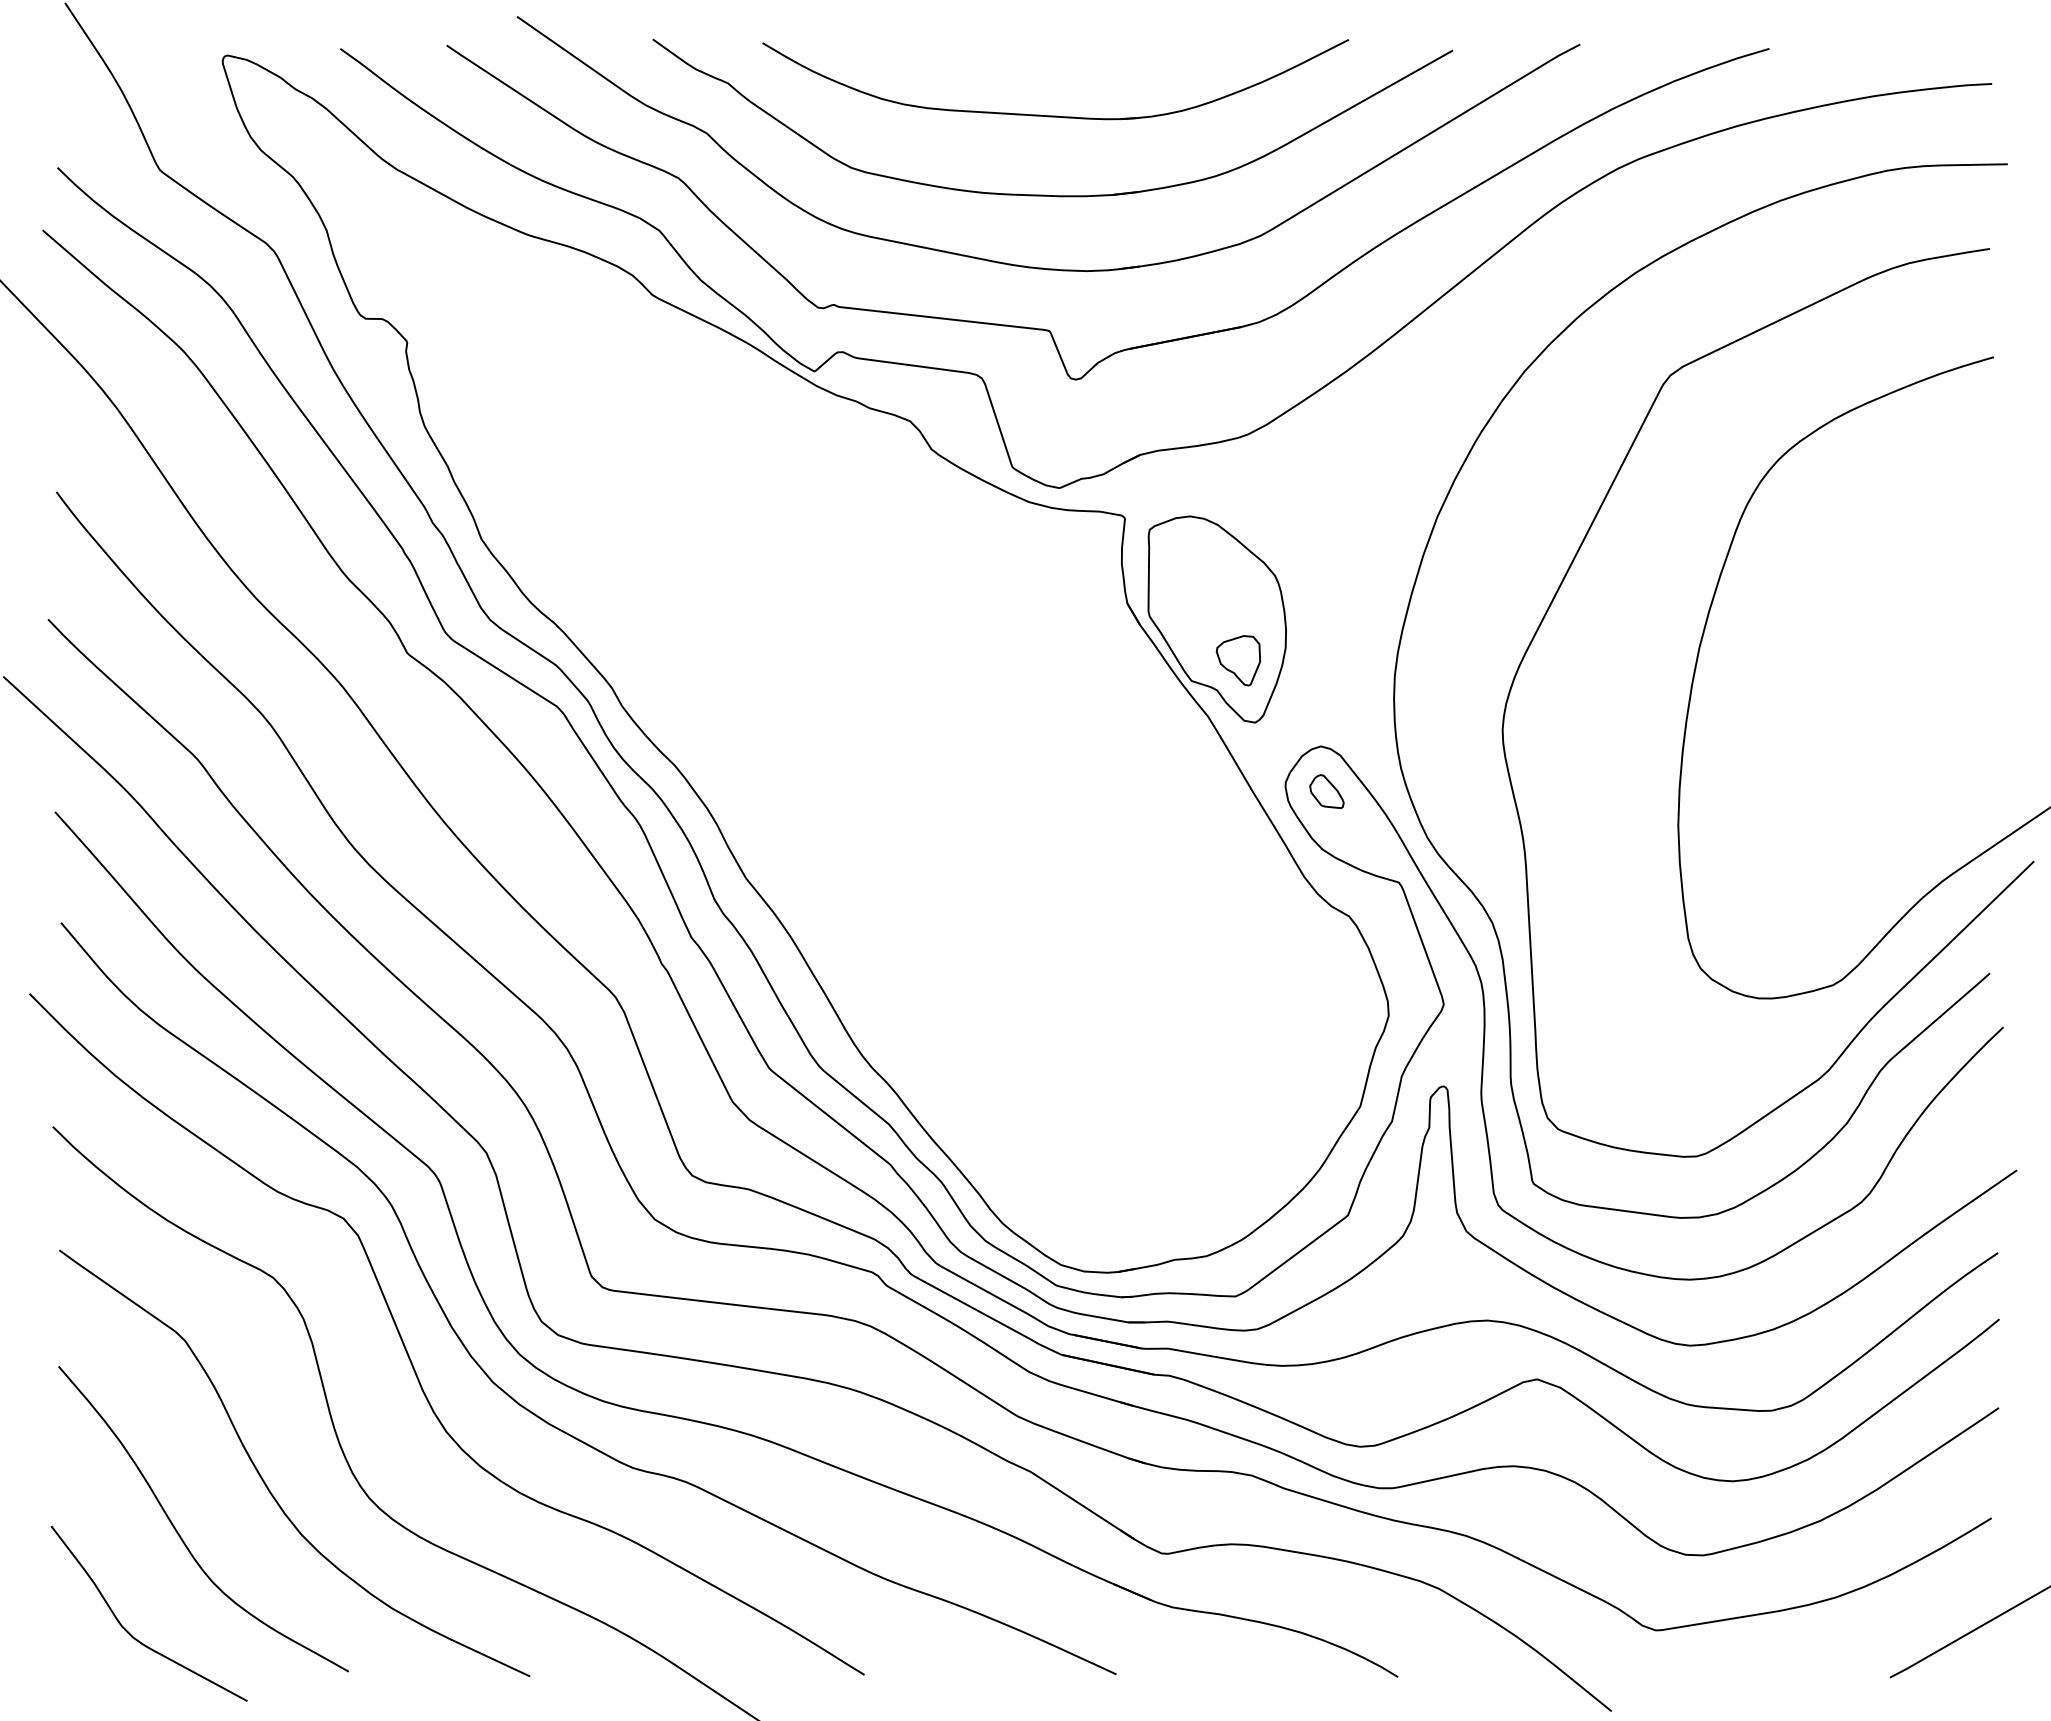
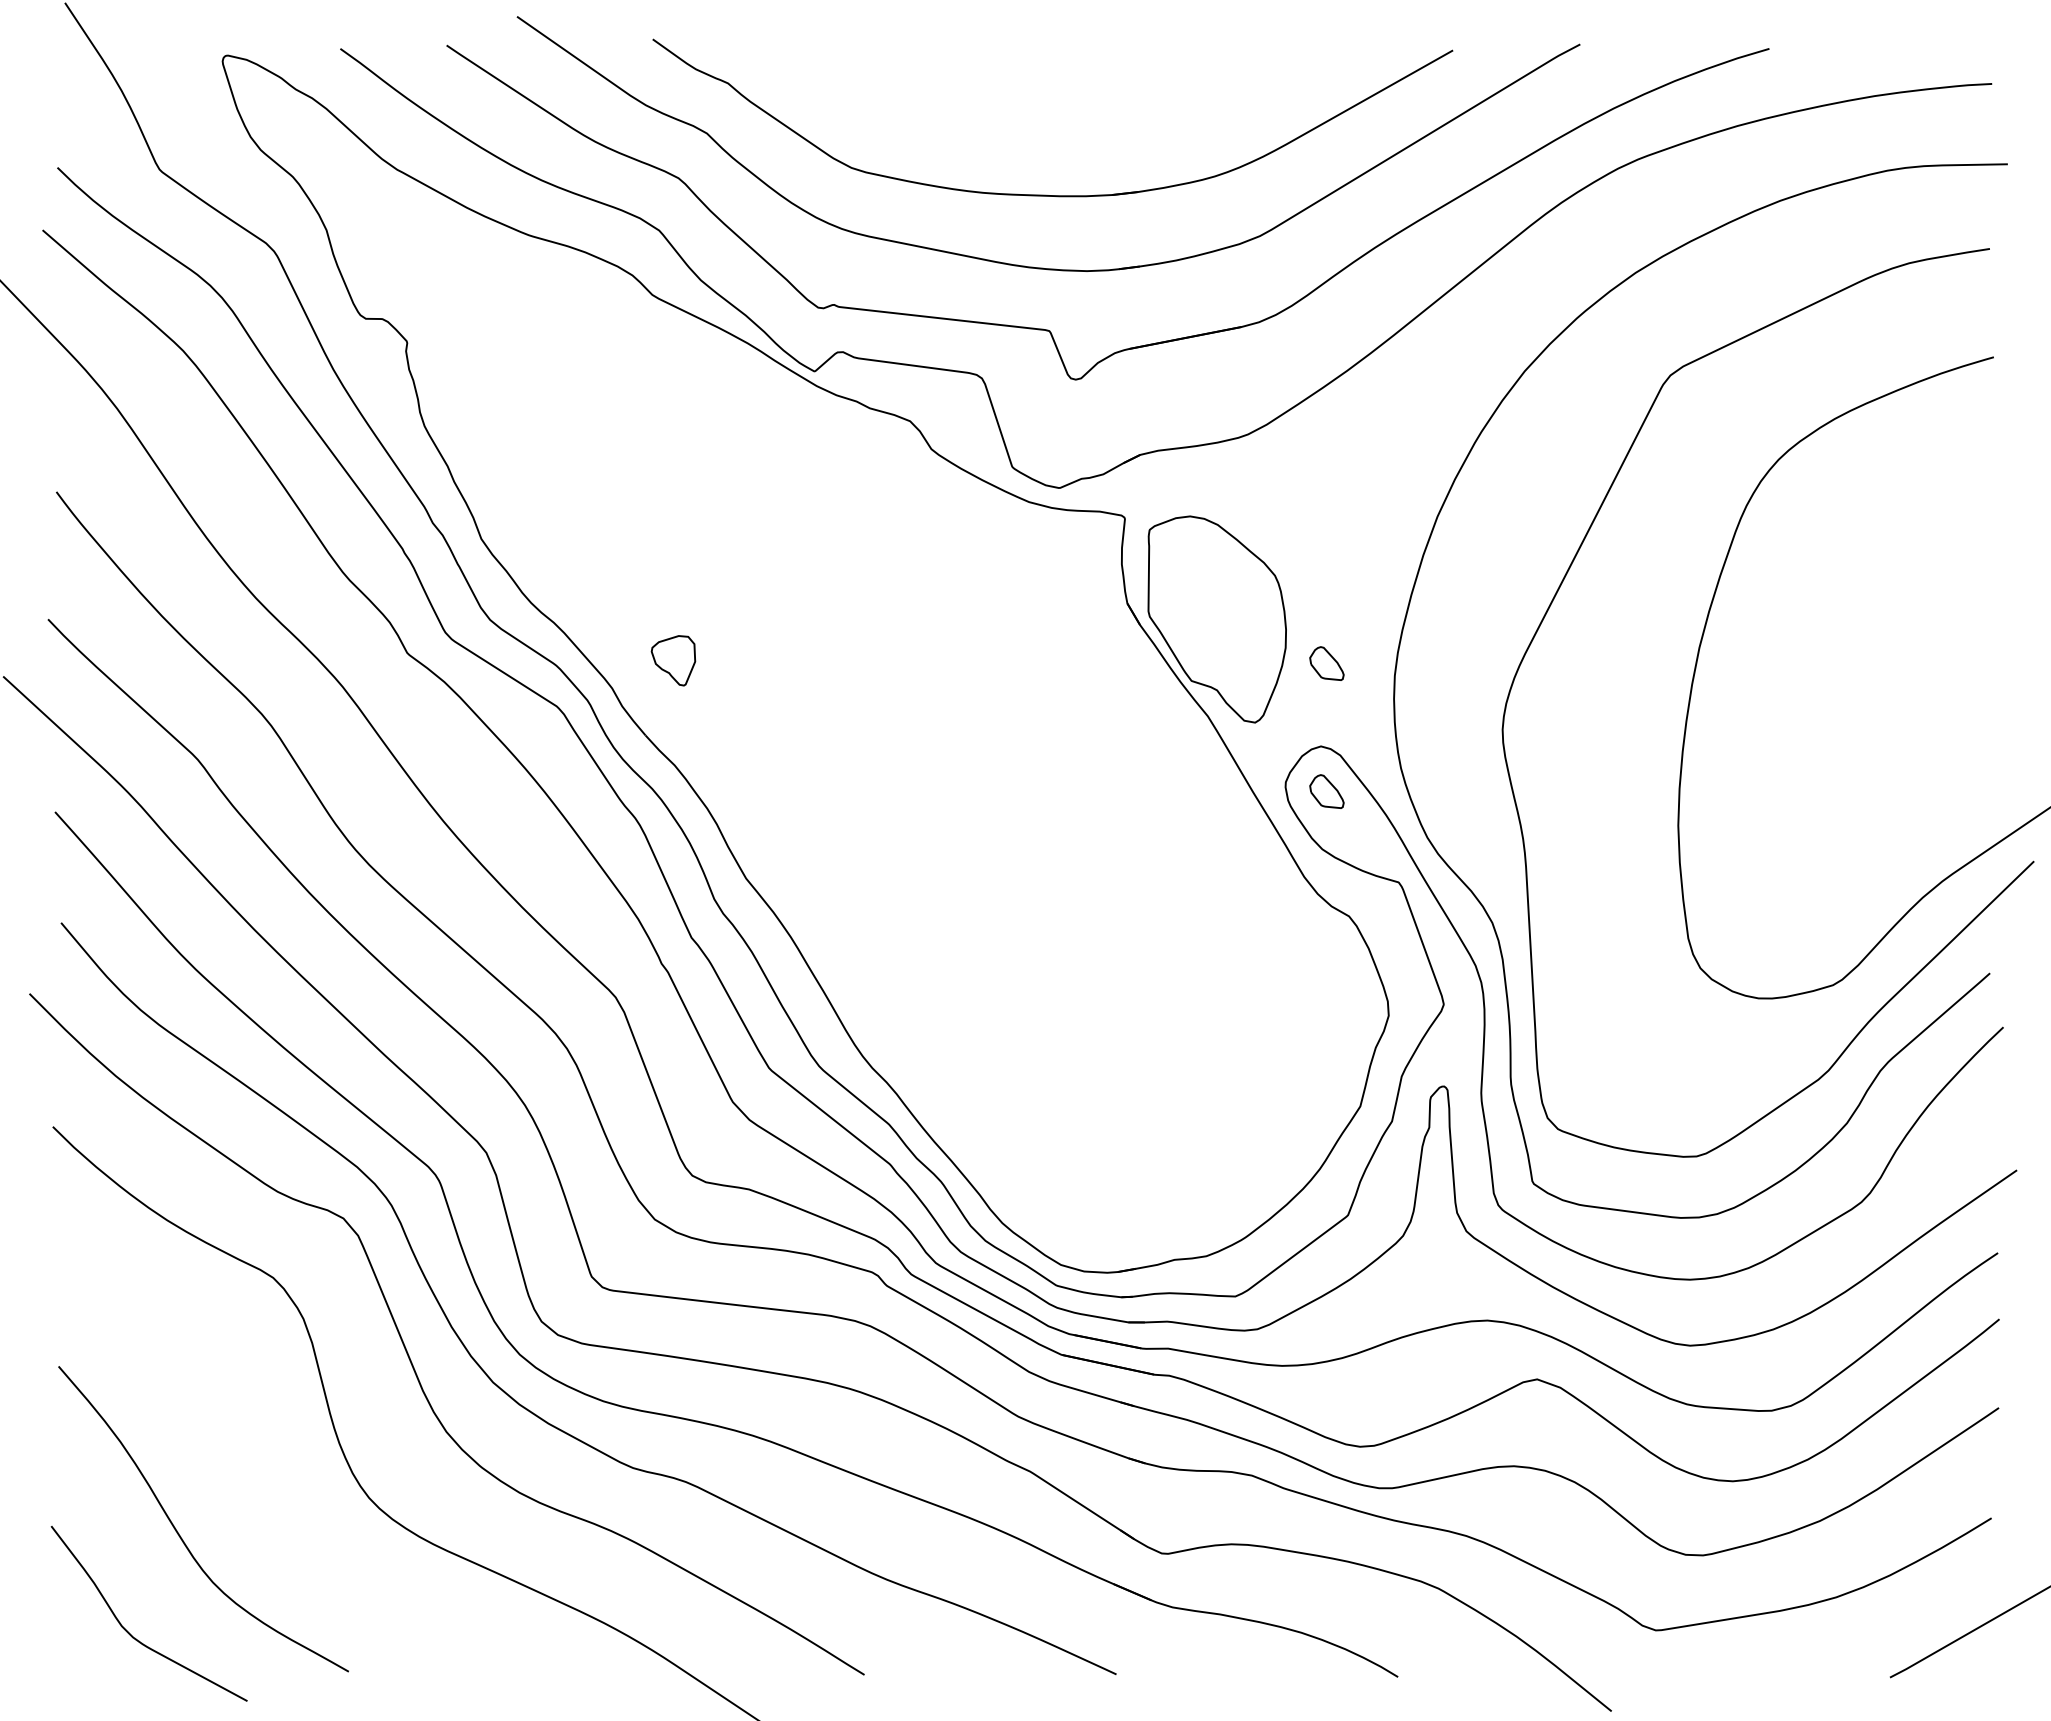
part at (1055, 115): present -> none
part at (1238, 660) position: (1238, 660) -> (673, 660)
part at (1326, 663): none -> present
curve at (264, 1480): present -> none
